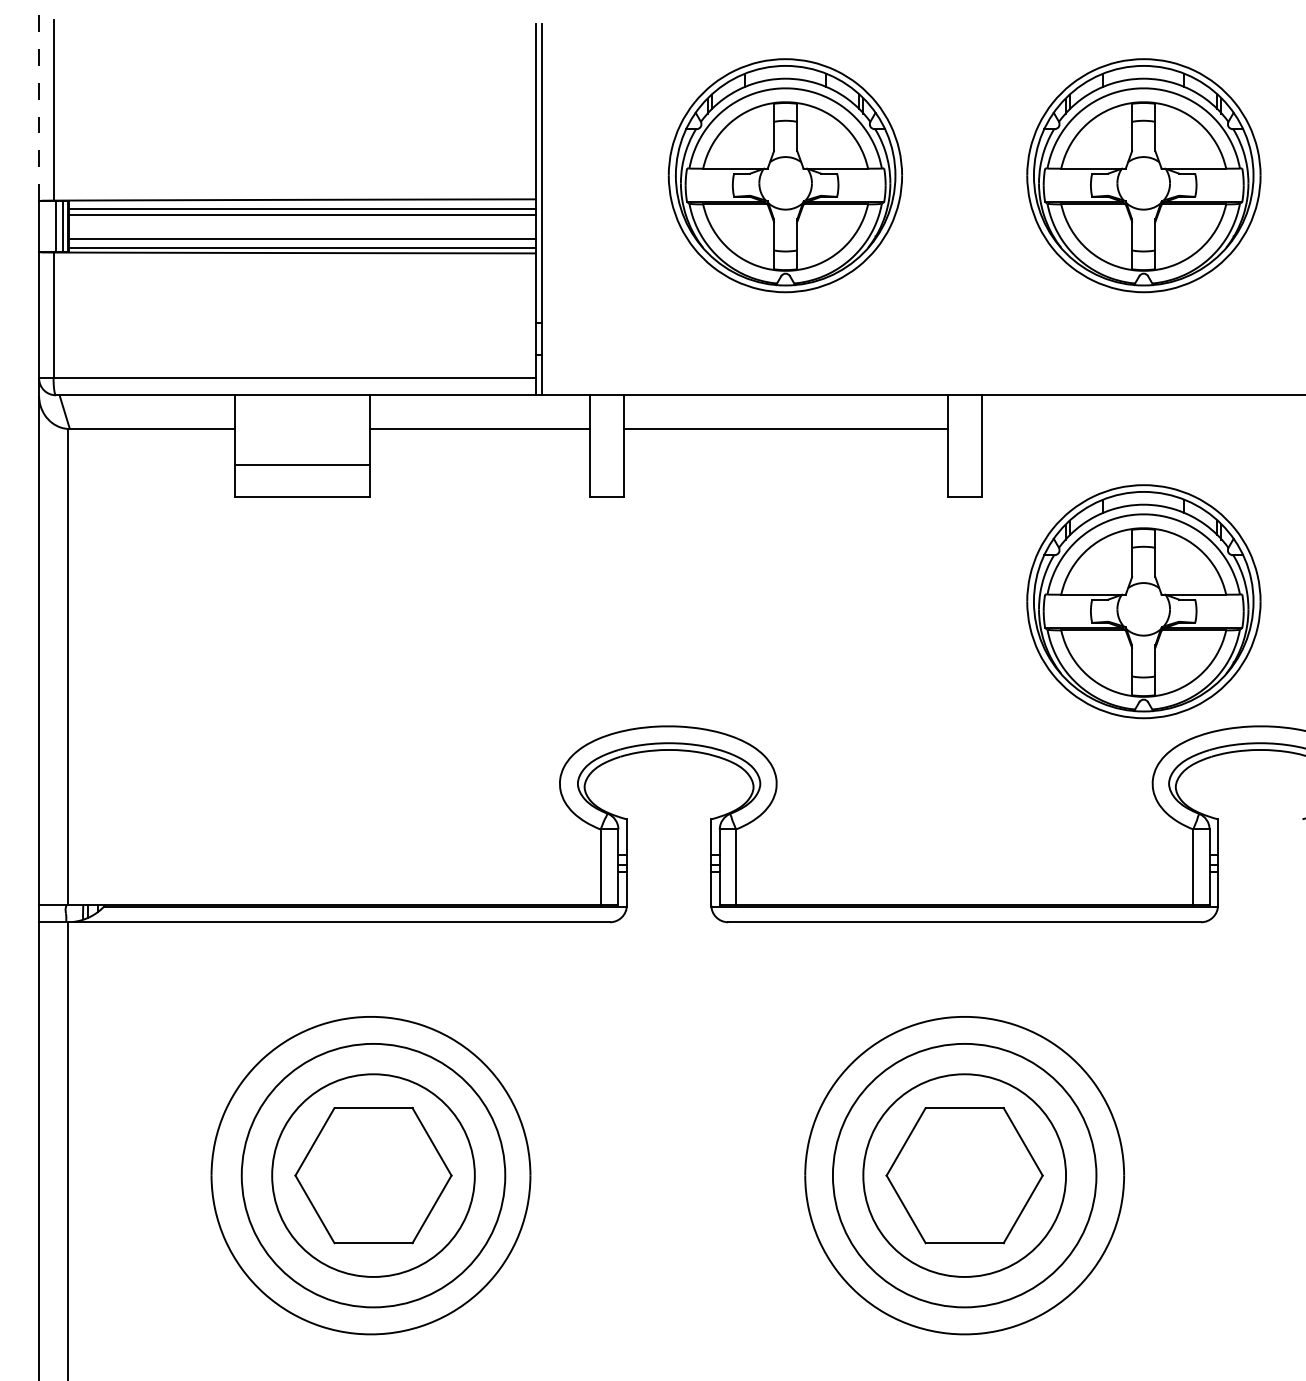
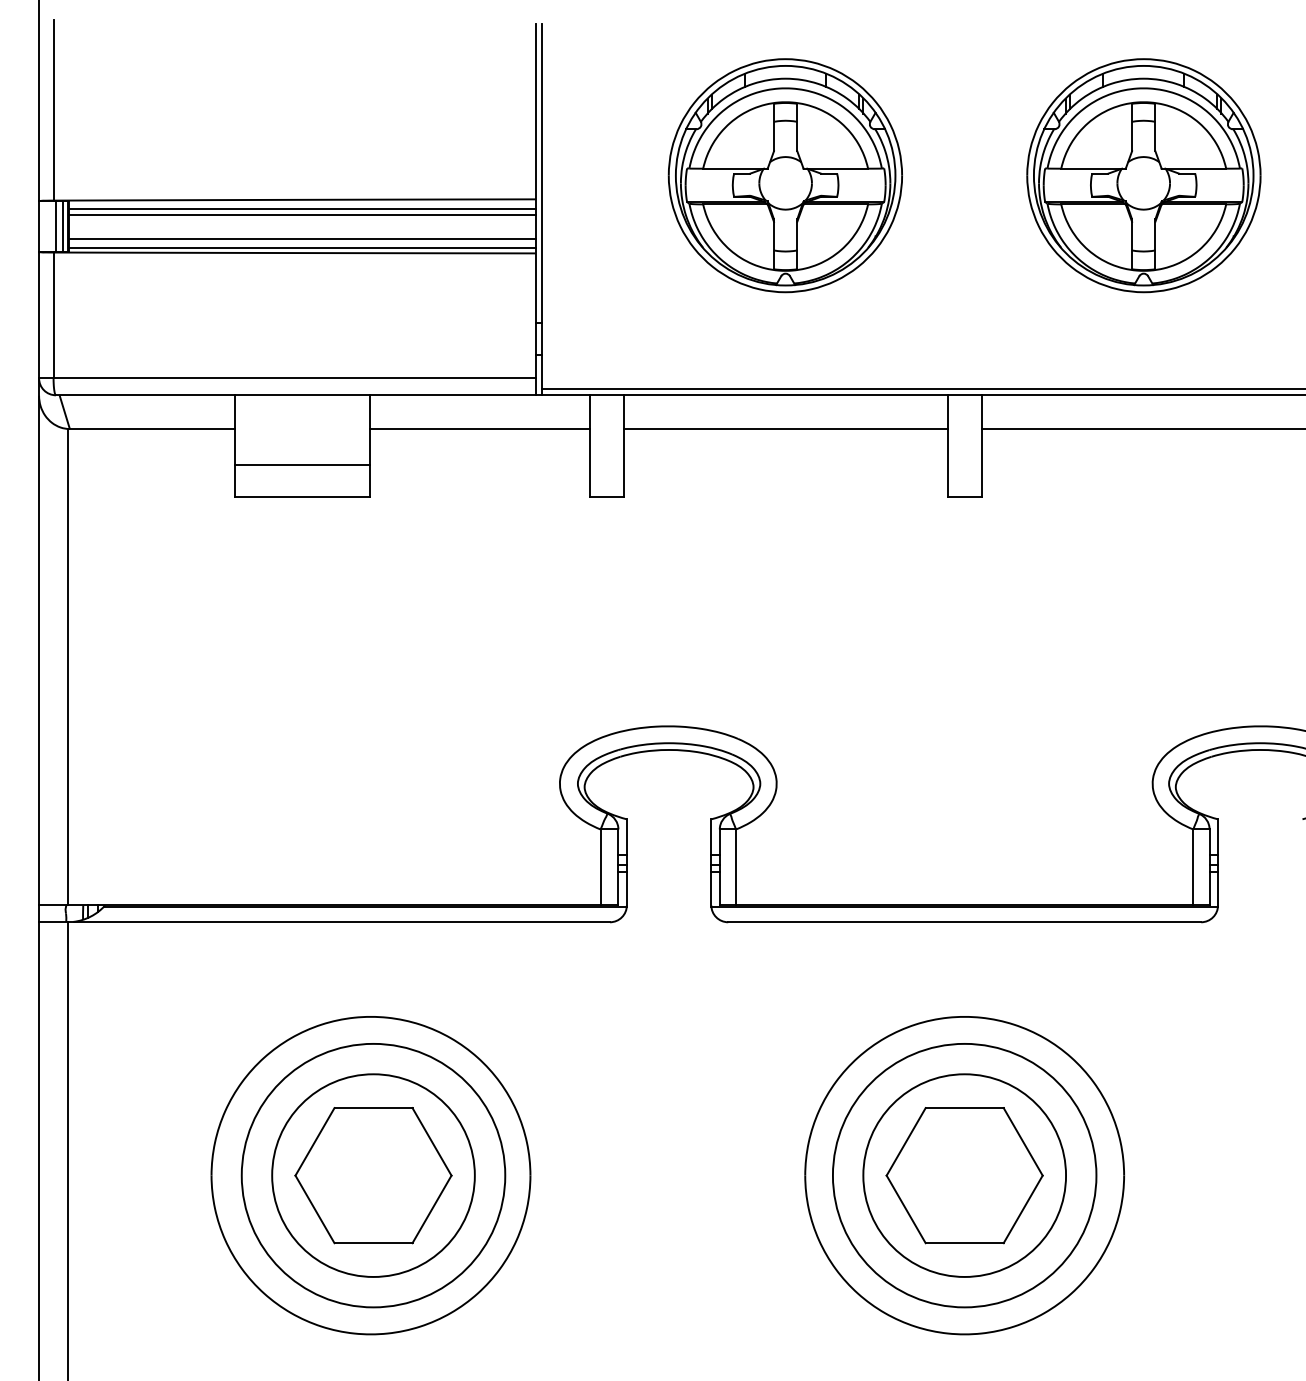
line at (39, 100): dashed -> solid
line at (922, 388): none -> present
line at (1141, 429): none -> present
part at (1143, 601): present -> none
